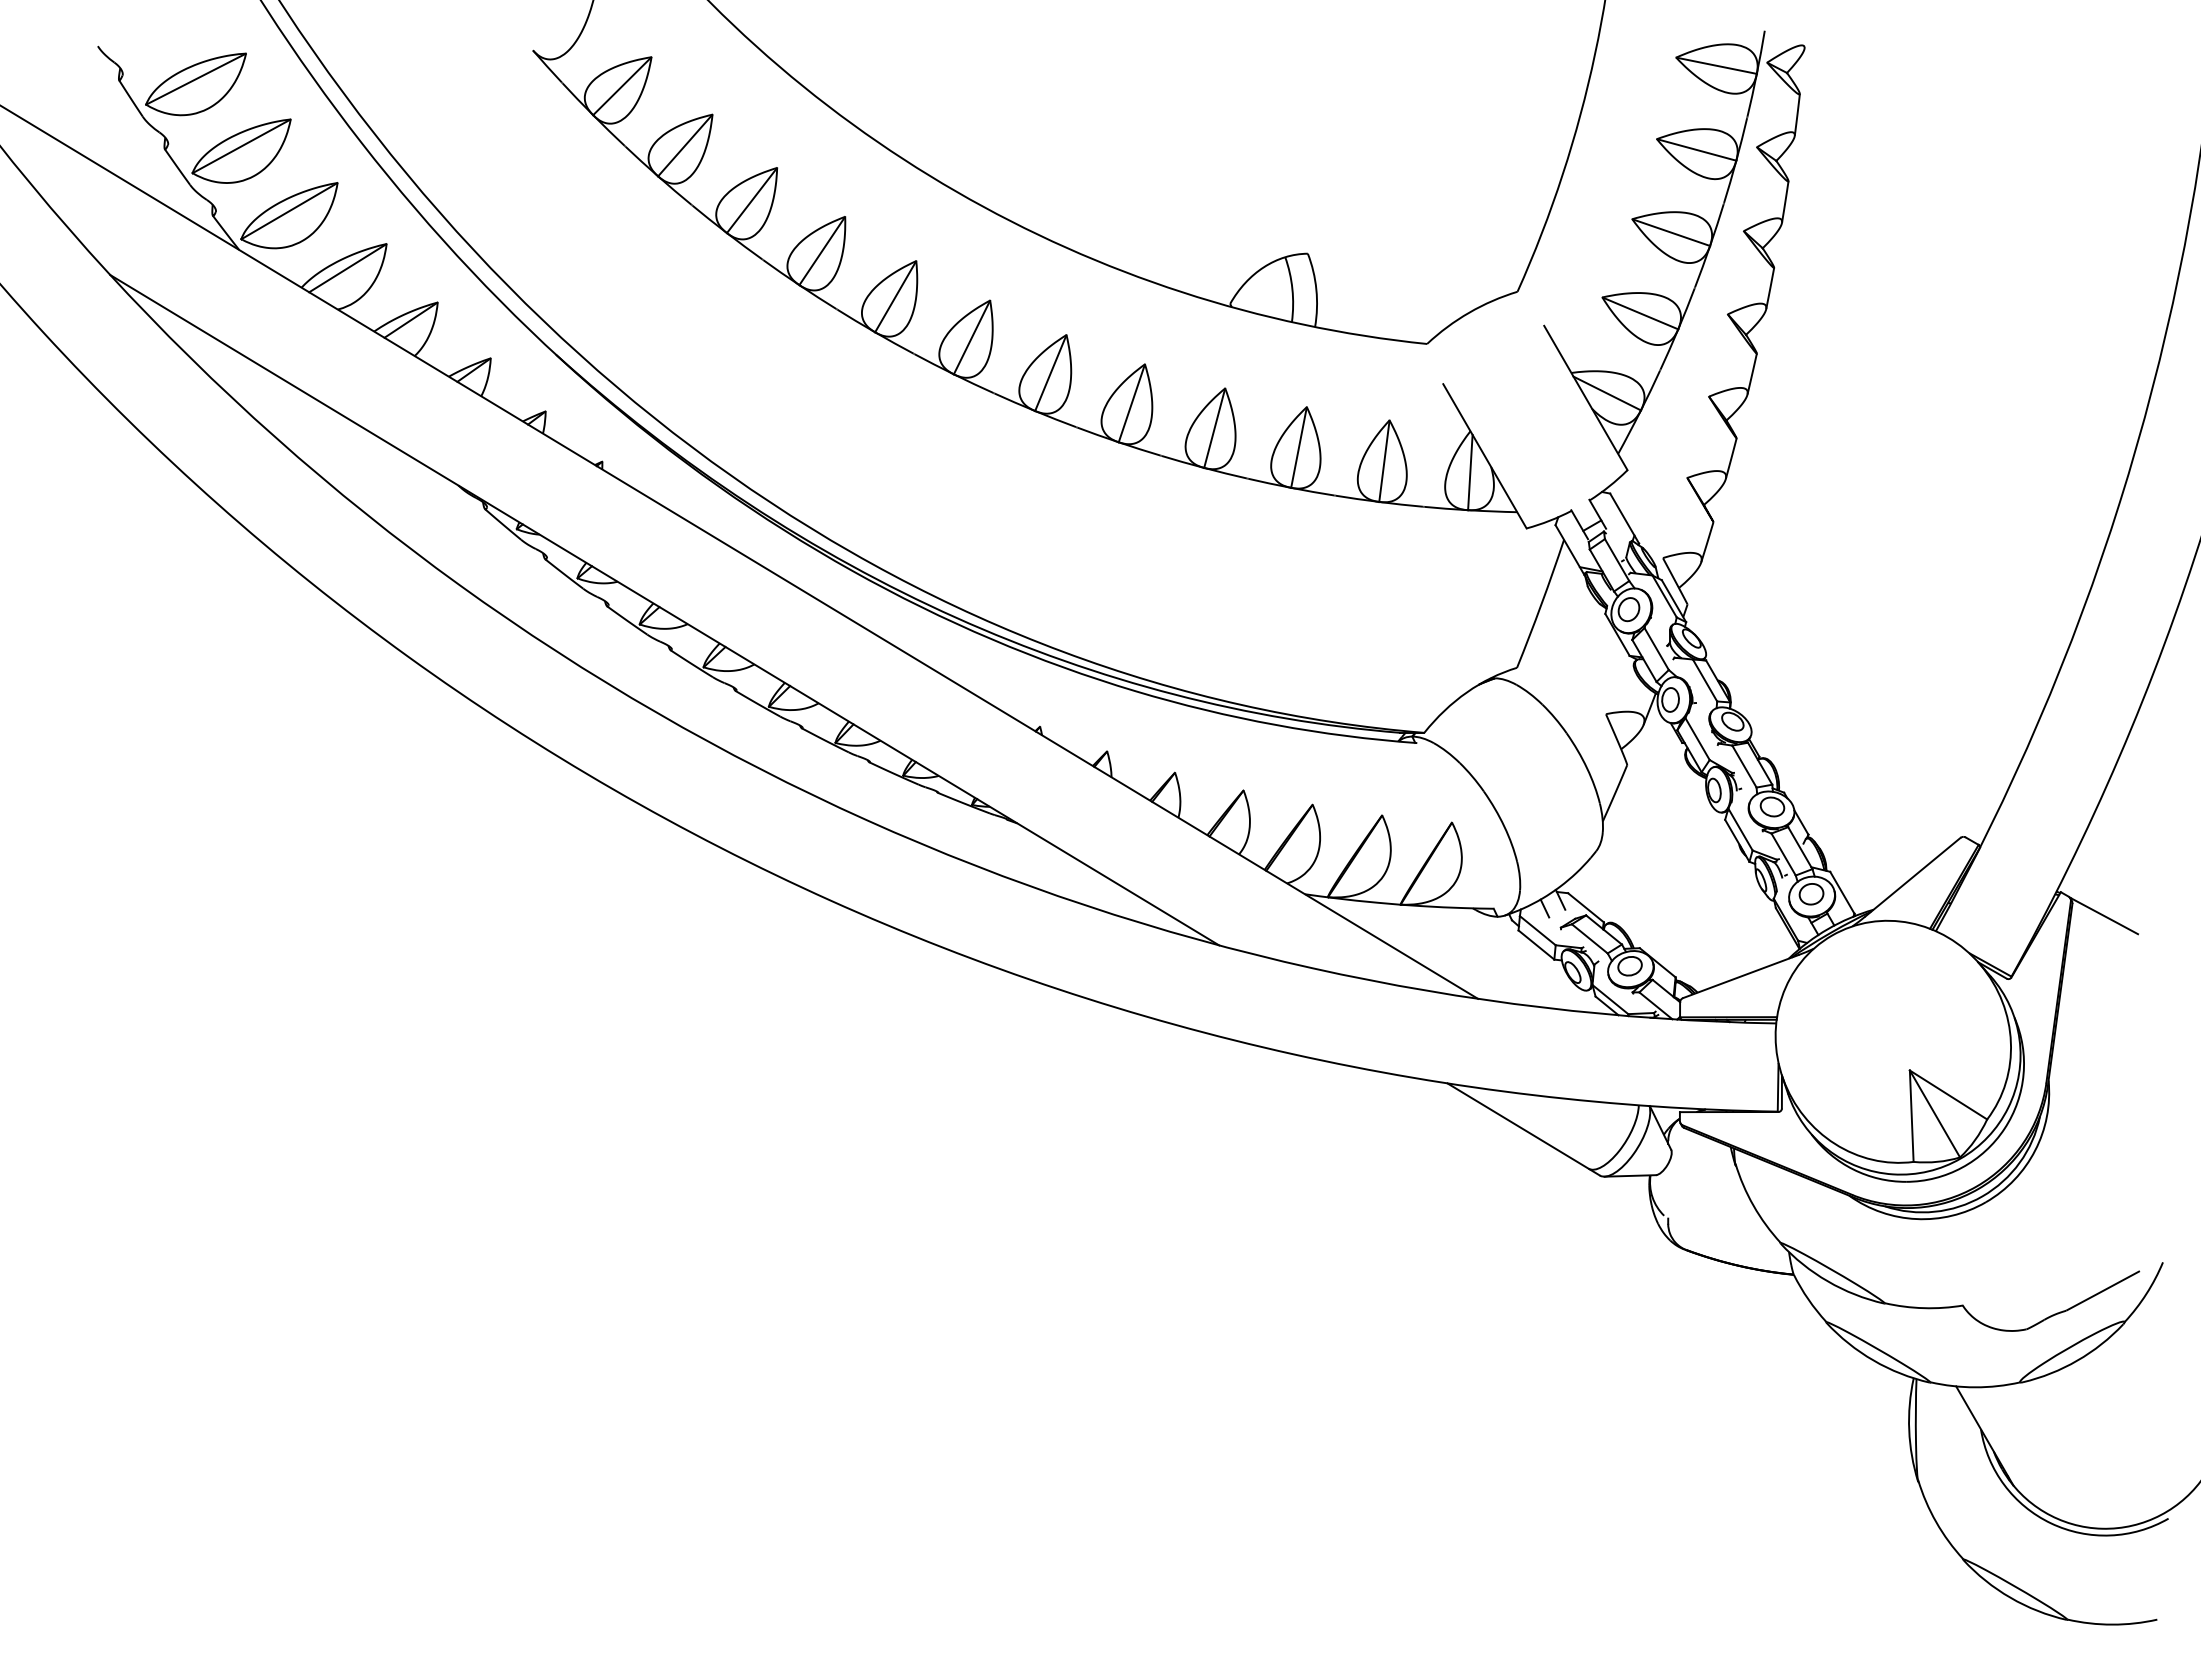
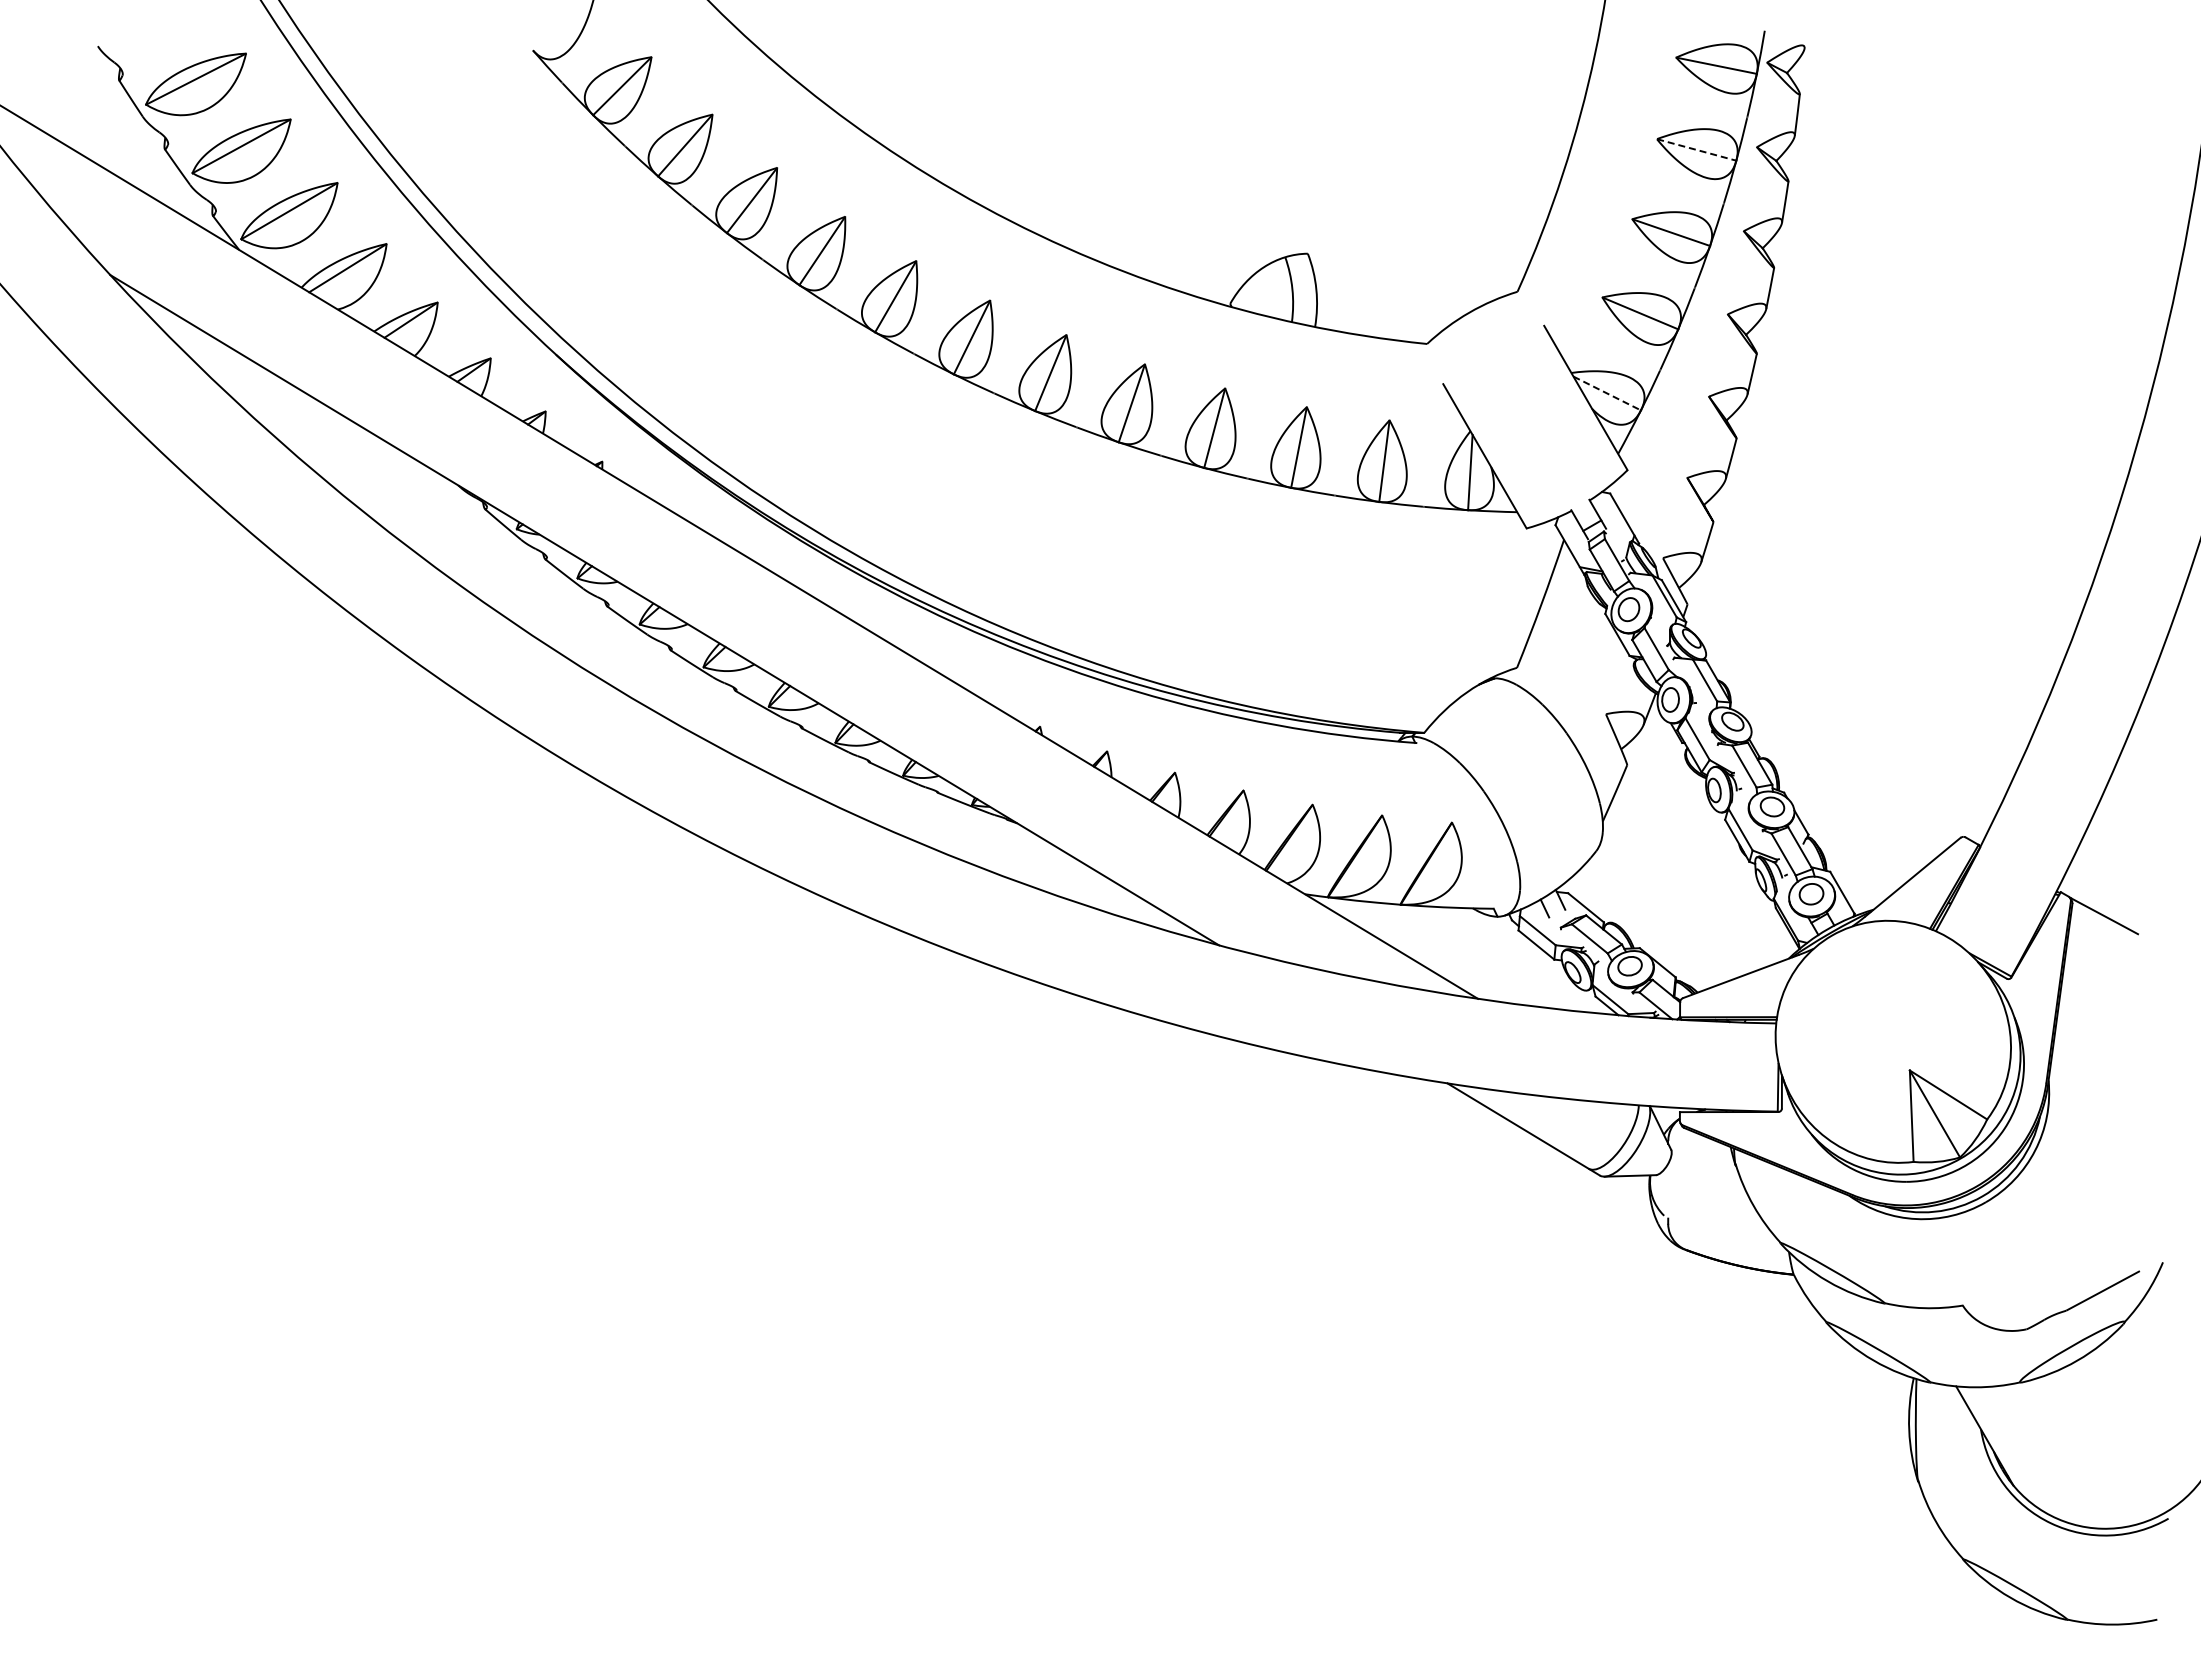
line at (1696, 149): solid -> dashed
line at (1607, 393): solid -> dashed
